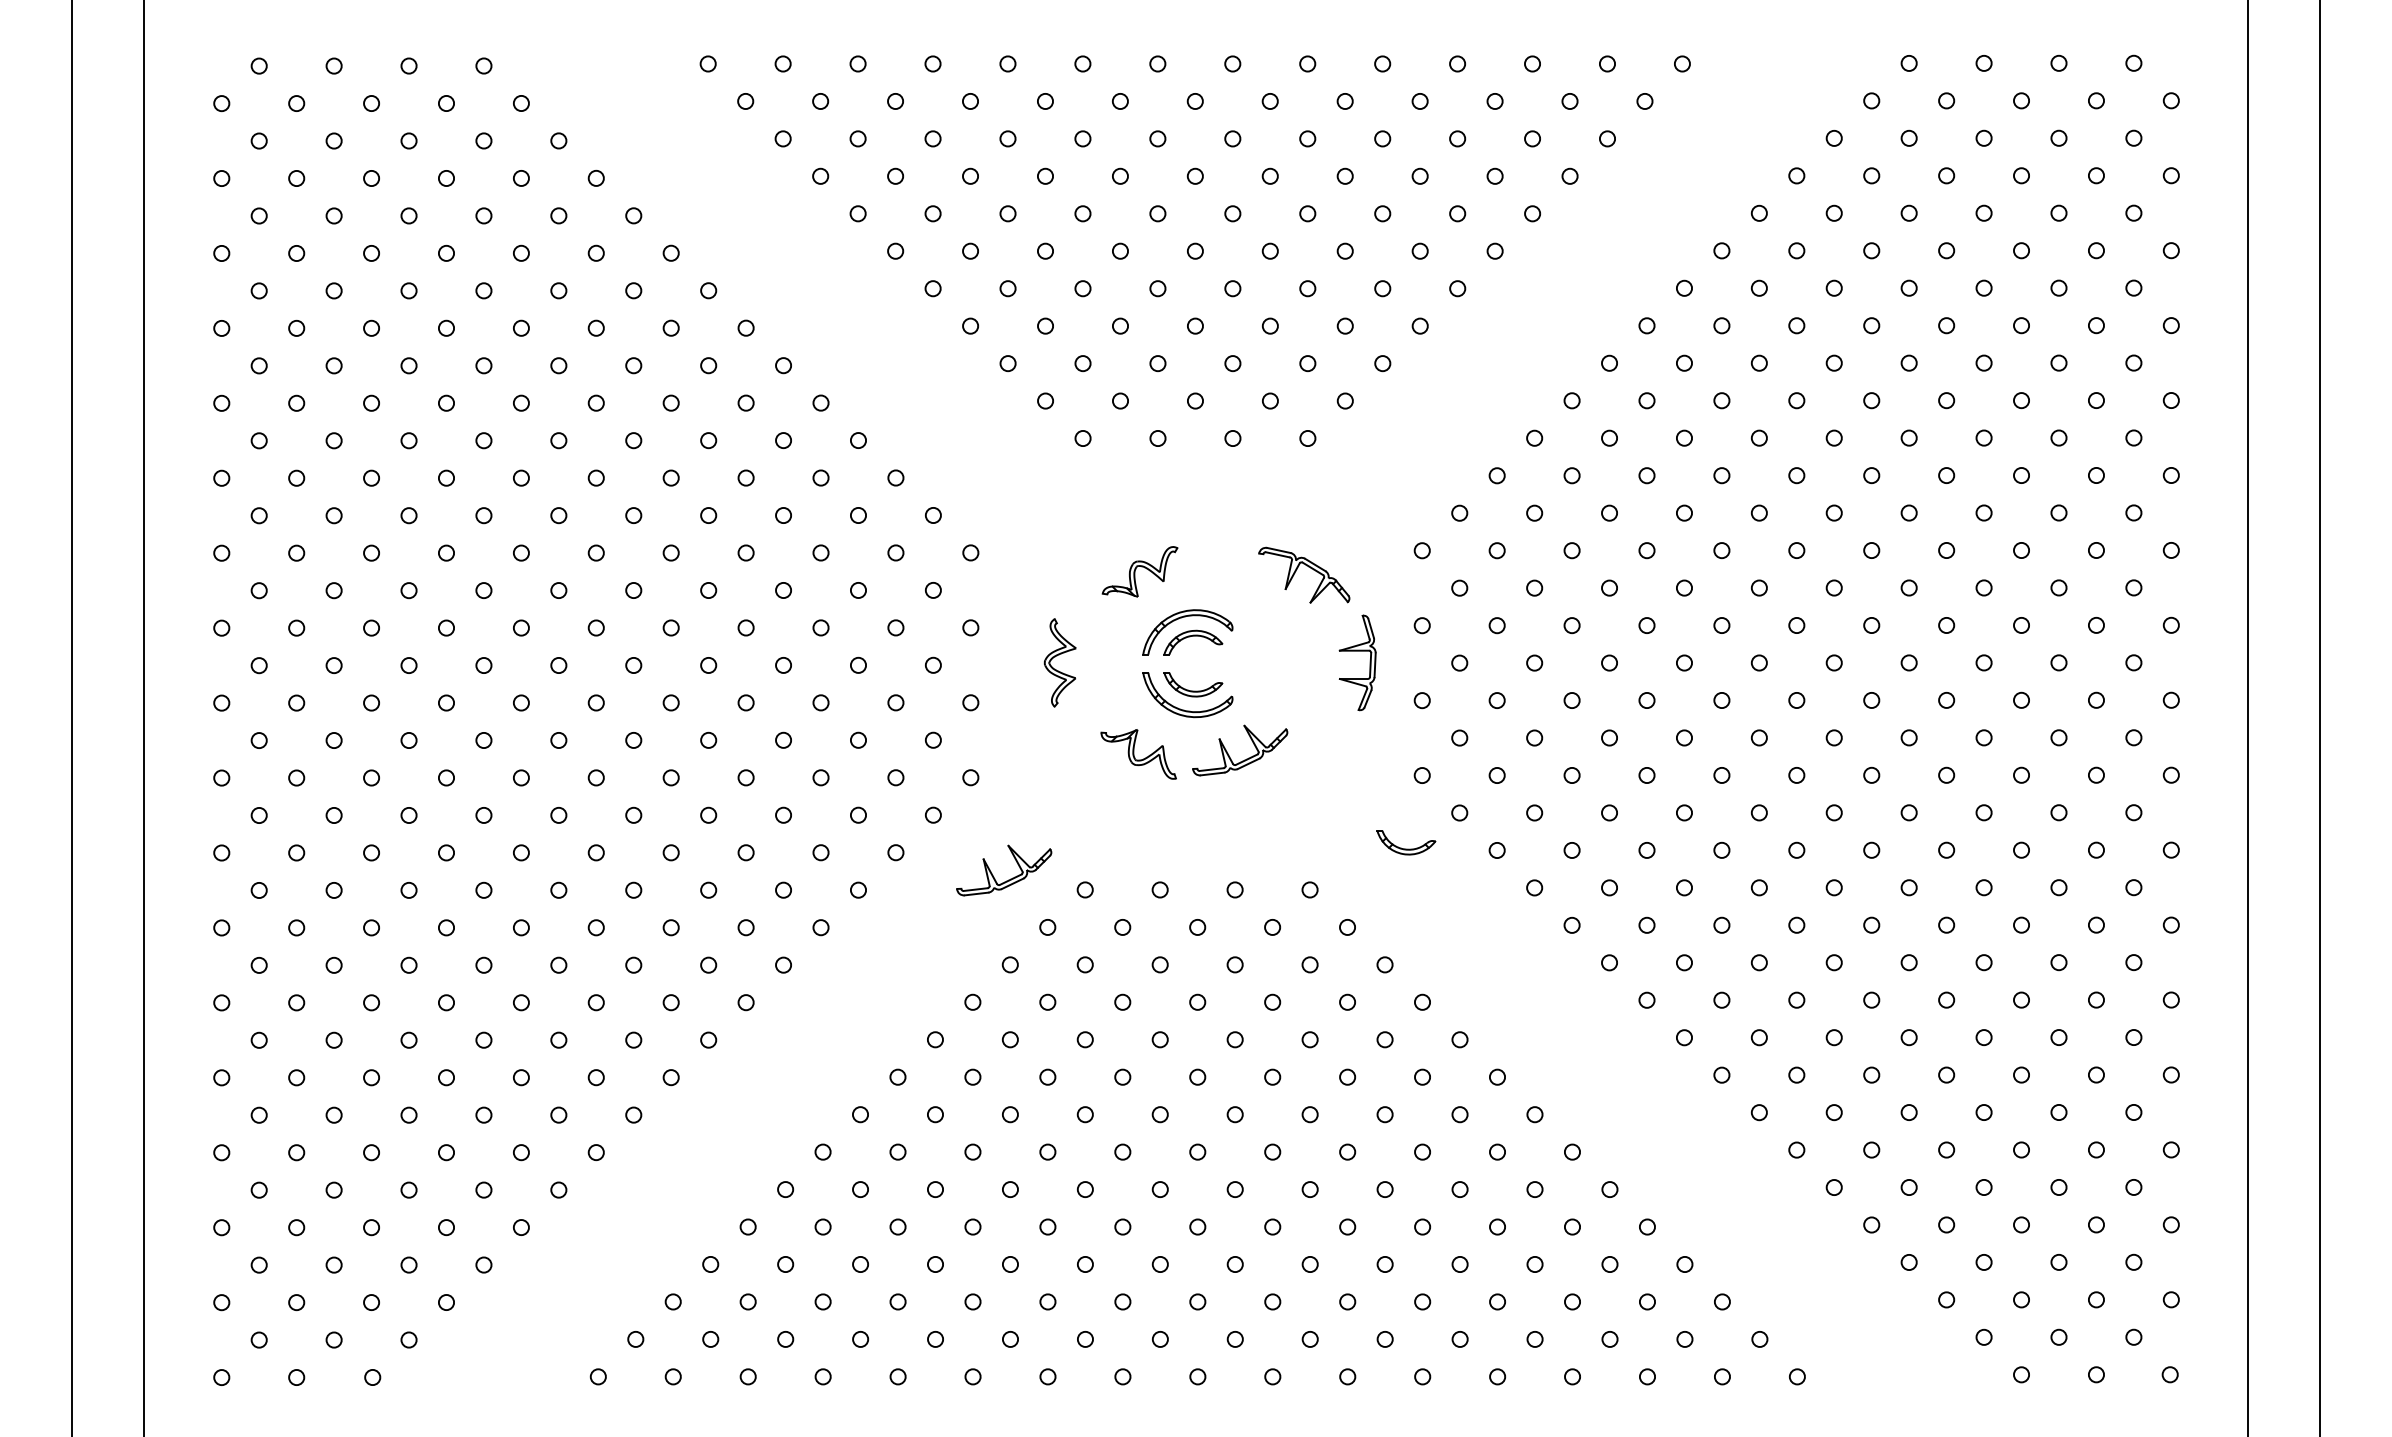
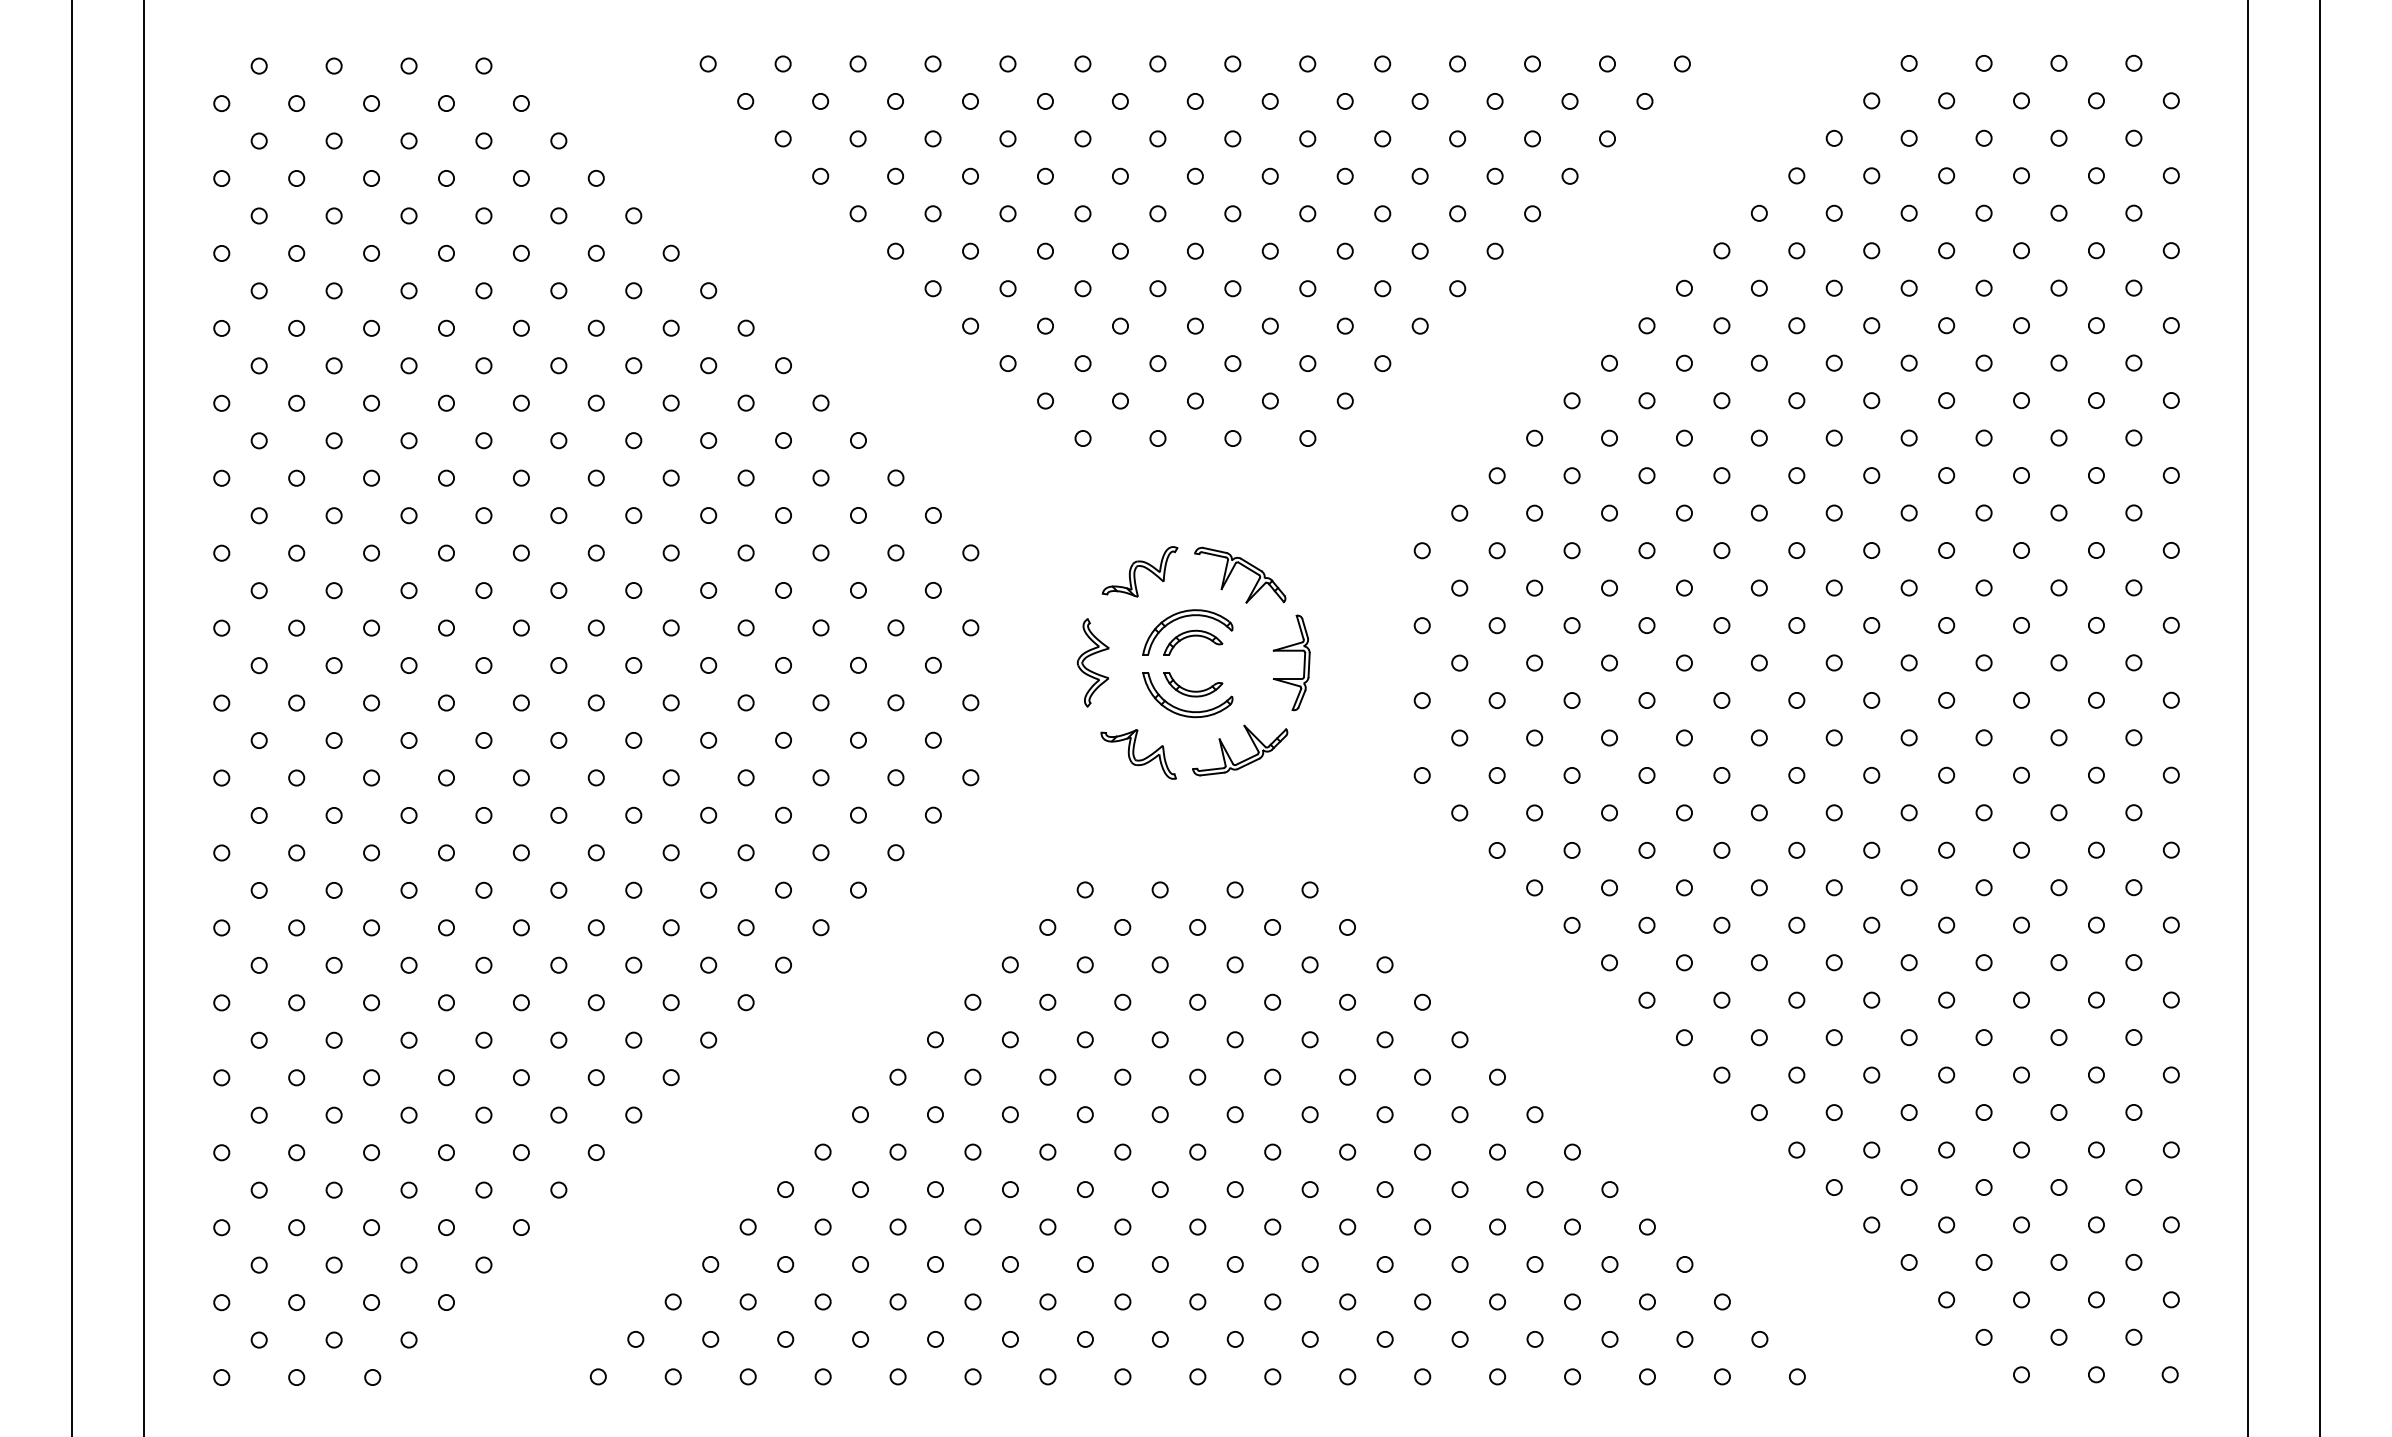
part at (1308, 567) position: (1308, 567) -> (1244, 567)
part at (1357, 651) position: (1357, 651) -> (1291, 651)
part at (1057, 656) position: (1057, 656) -> (1090, 656)
part at (1406, 842): present -> none
part at (1008, 879): present -> none
